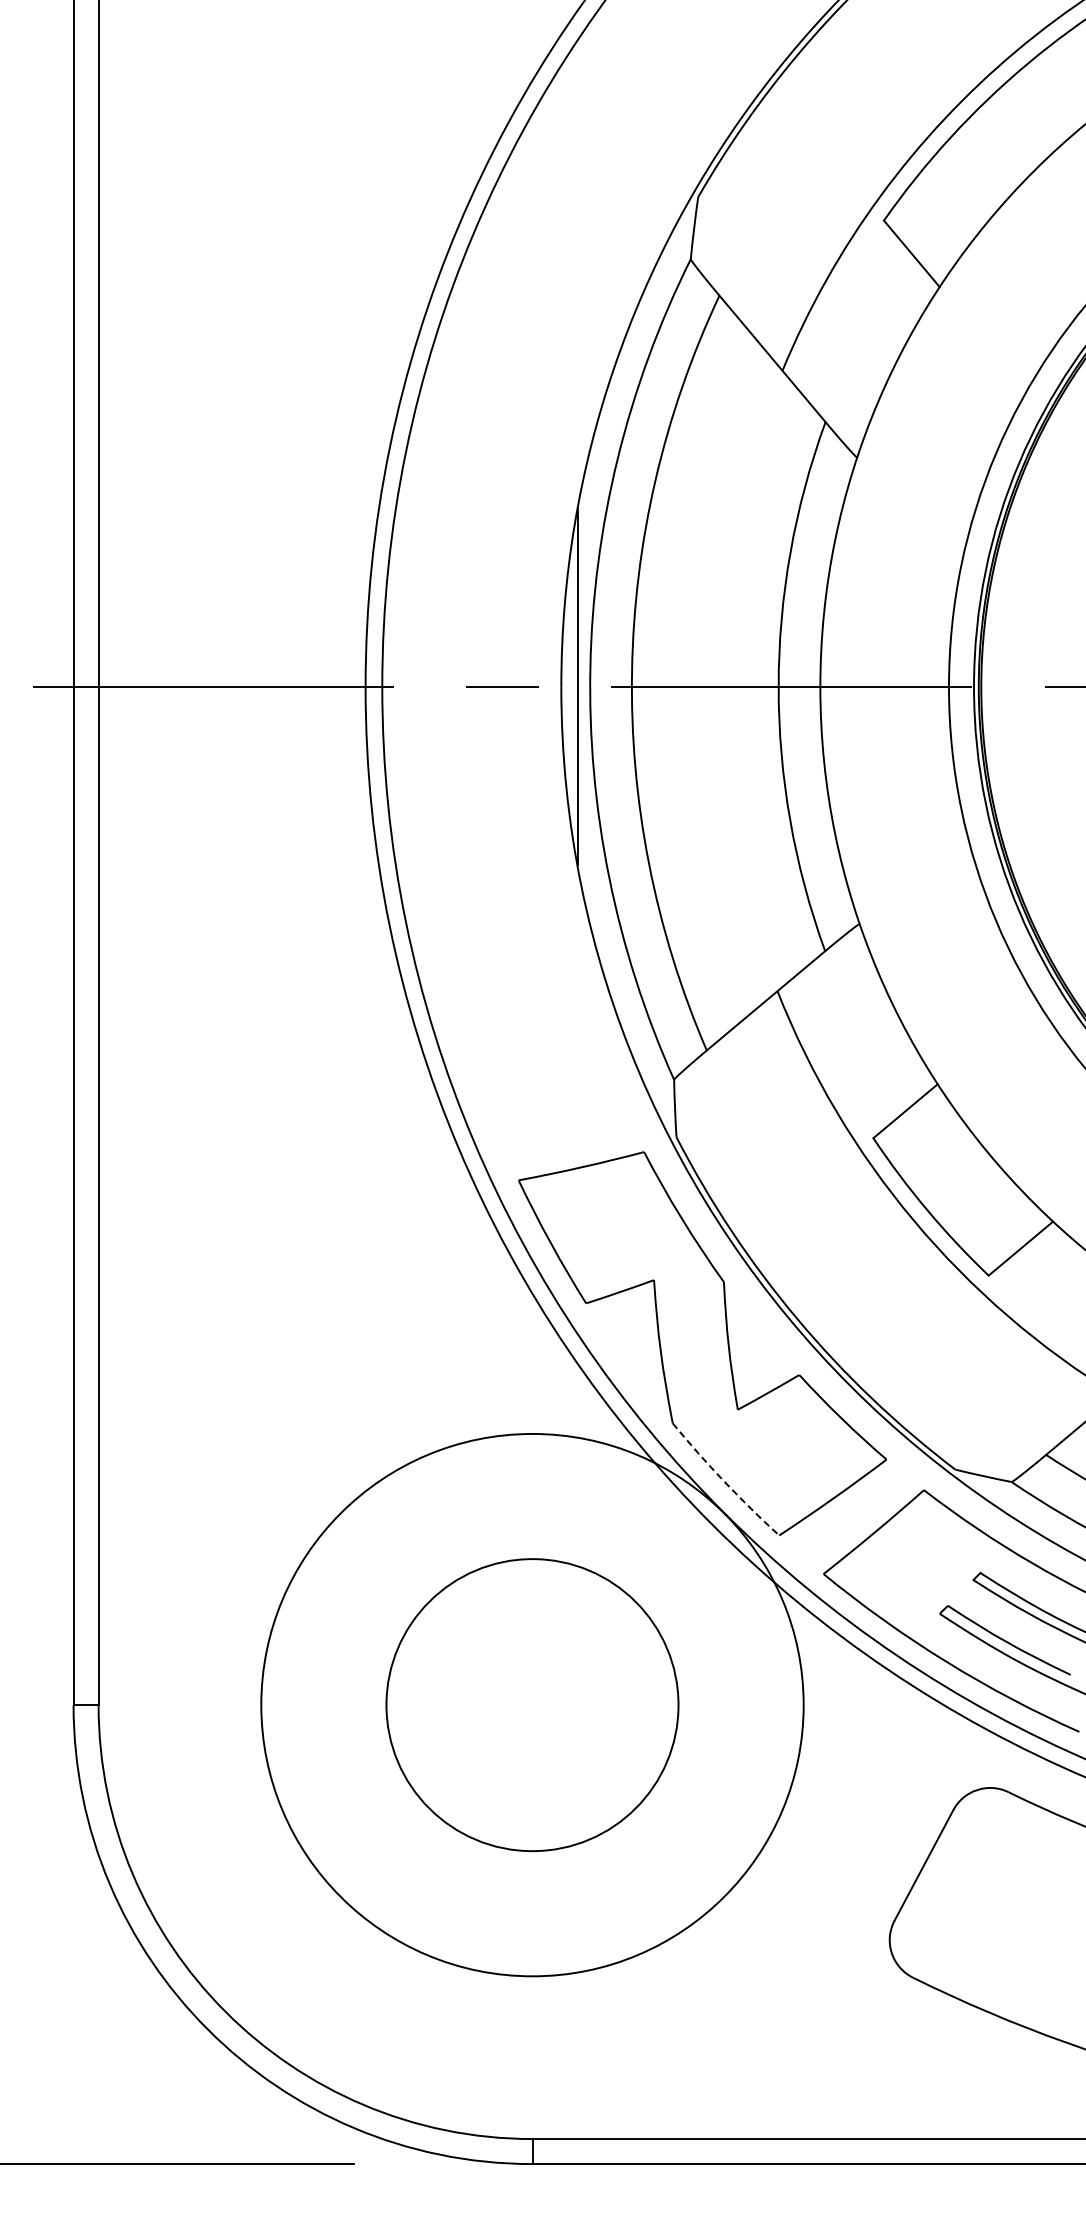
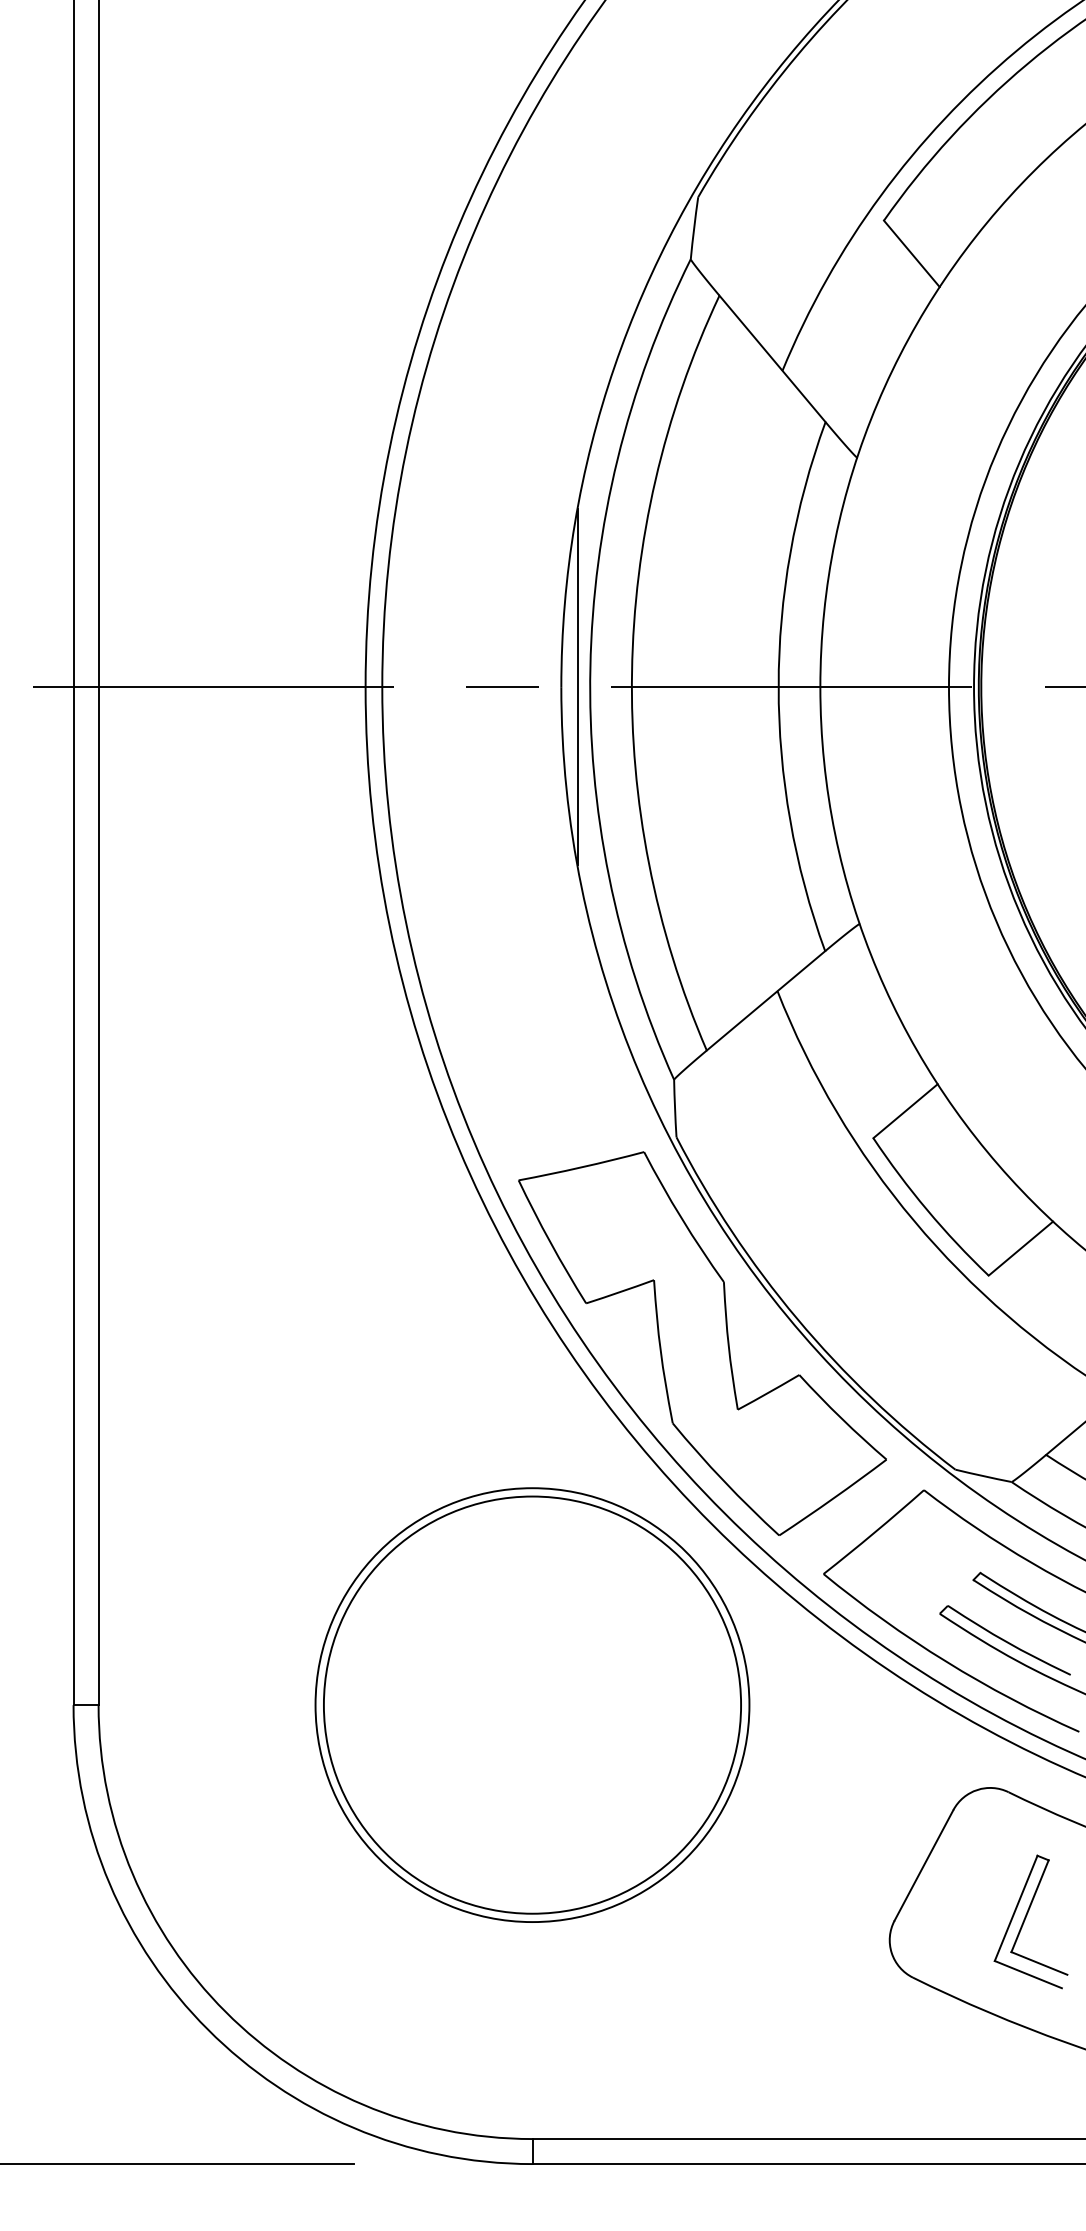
arc at (724, 1481): dashed -> solid
circle at (532, 1704) diameter: 542 px -> 434 px
circle at (532, 1705) diameter: 292 px -> 417 px
part at (1030, 1921): none -> present
